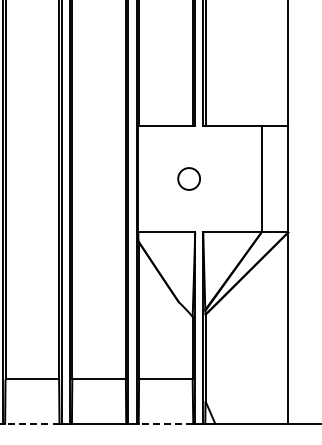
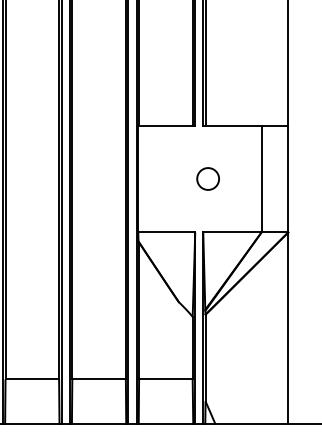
circle at (188, 178) position: (188, 178) -> (207, 178)
line at (31, 423): dashed -> solid
line at (165, 423): dashed -> solid
